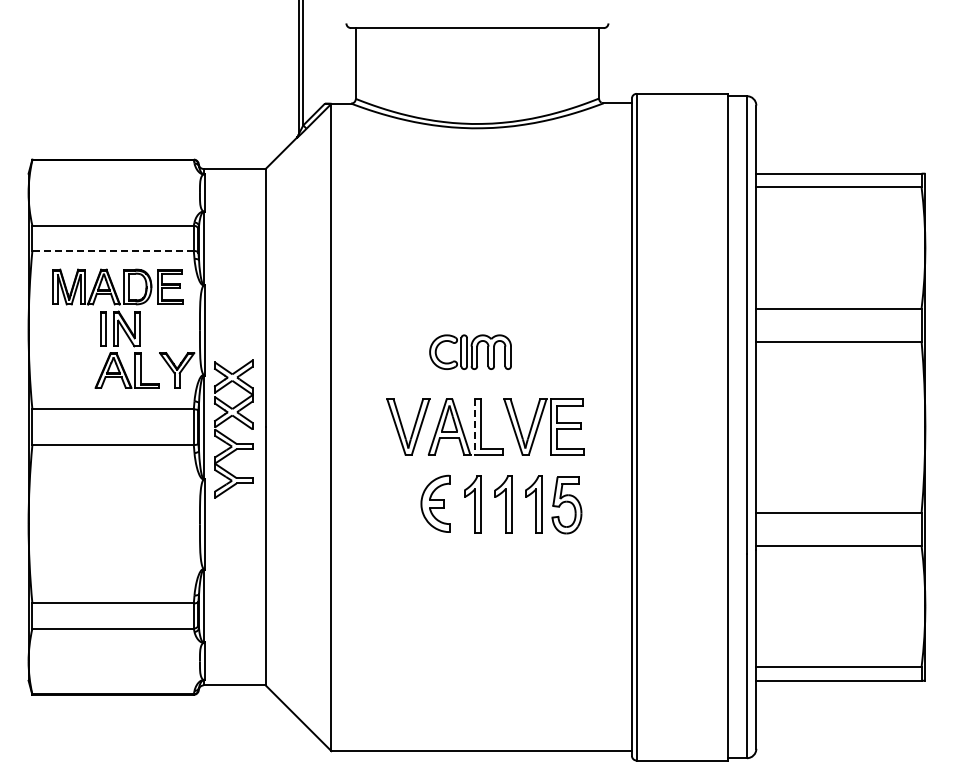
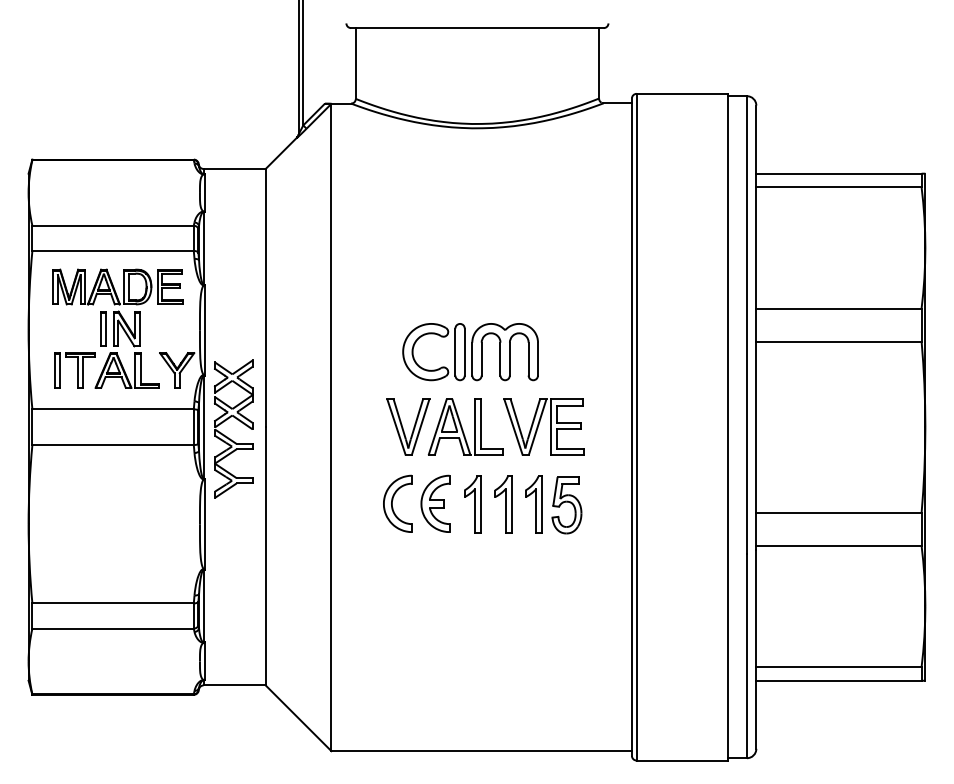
line at (113, 251): dashed -> solid
part at (470, 351) size: 83x36 px -> 137x59 px
part at (74, 370): none -> present
line at (475, 427): dashed -> solid
part at (397, 503): none -> present
